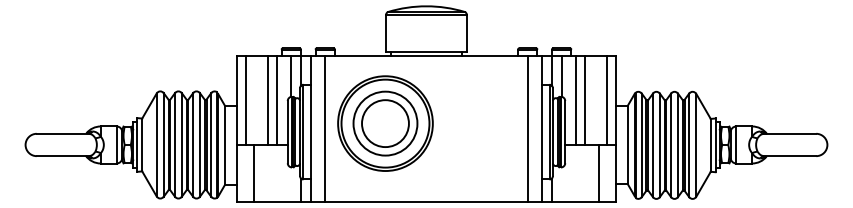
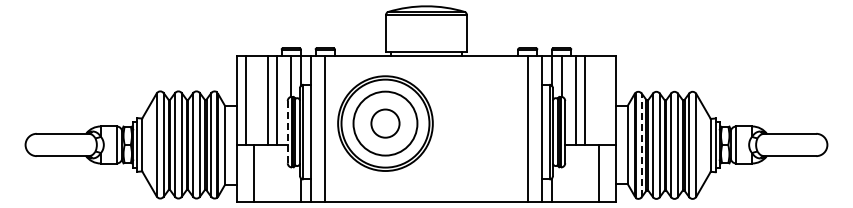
line at (606, 99): present -> none
circle at (385, 123) diameter: 47 px -> 28 px
line at (287, 131): solid -> dashed
line at (641, 145): solid -> dashed
